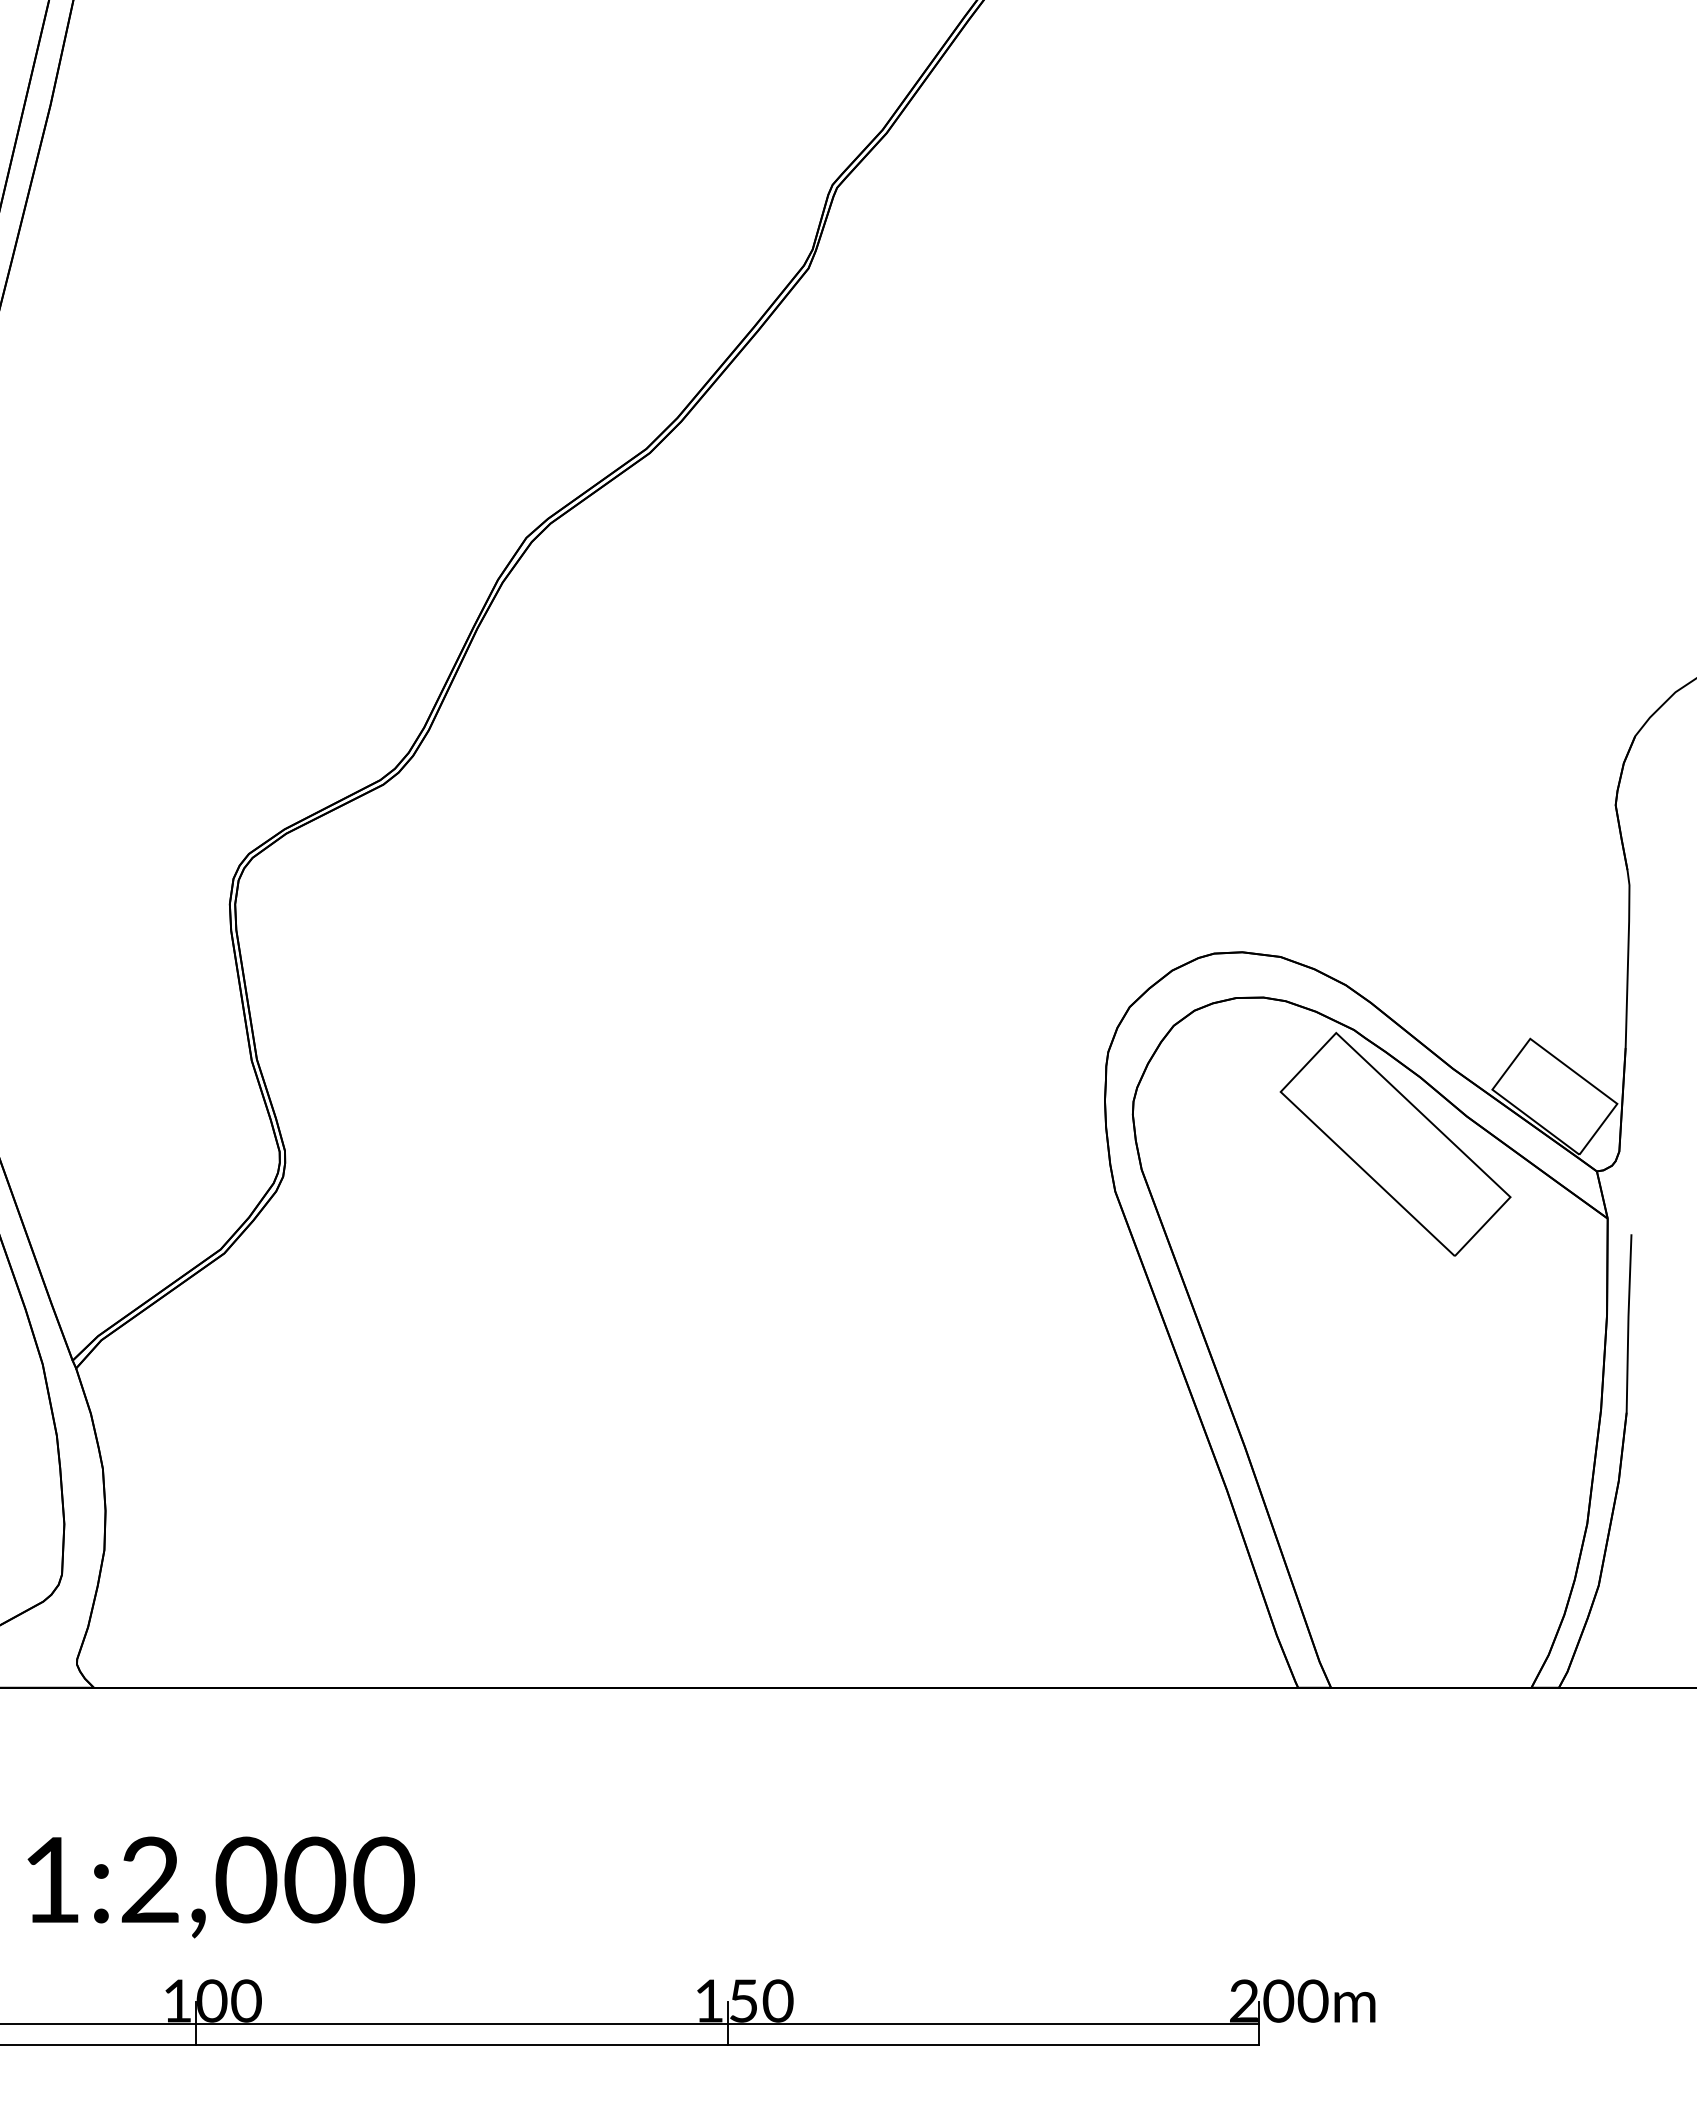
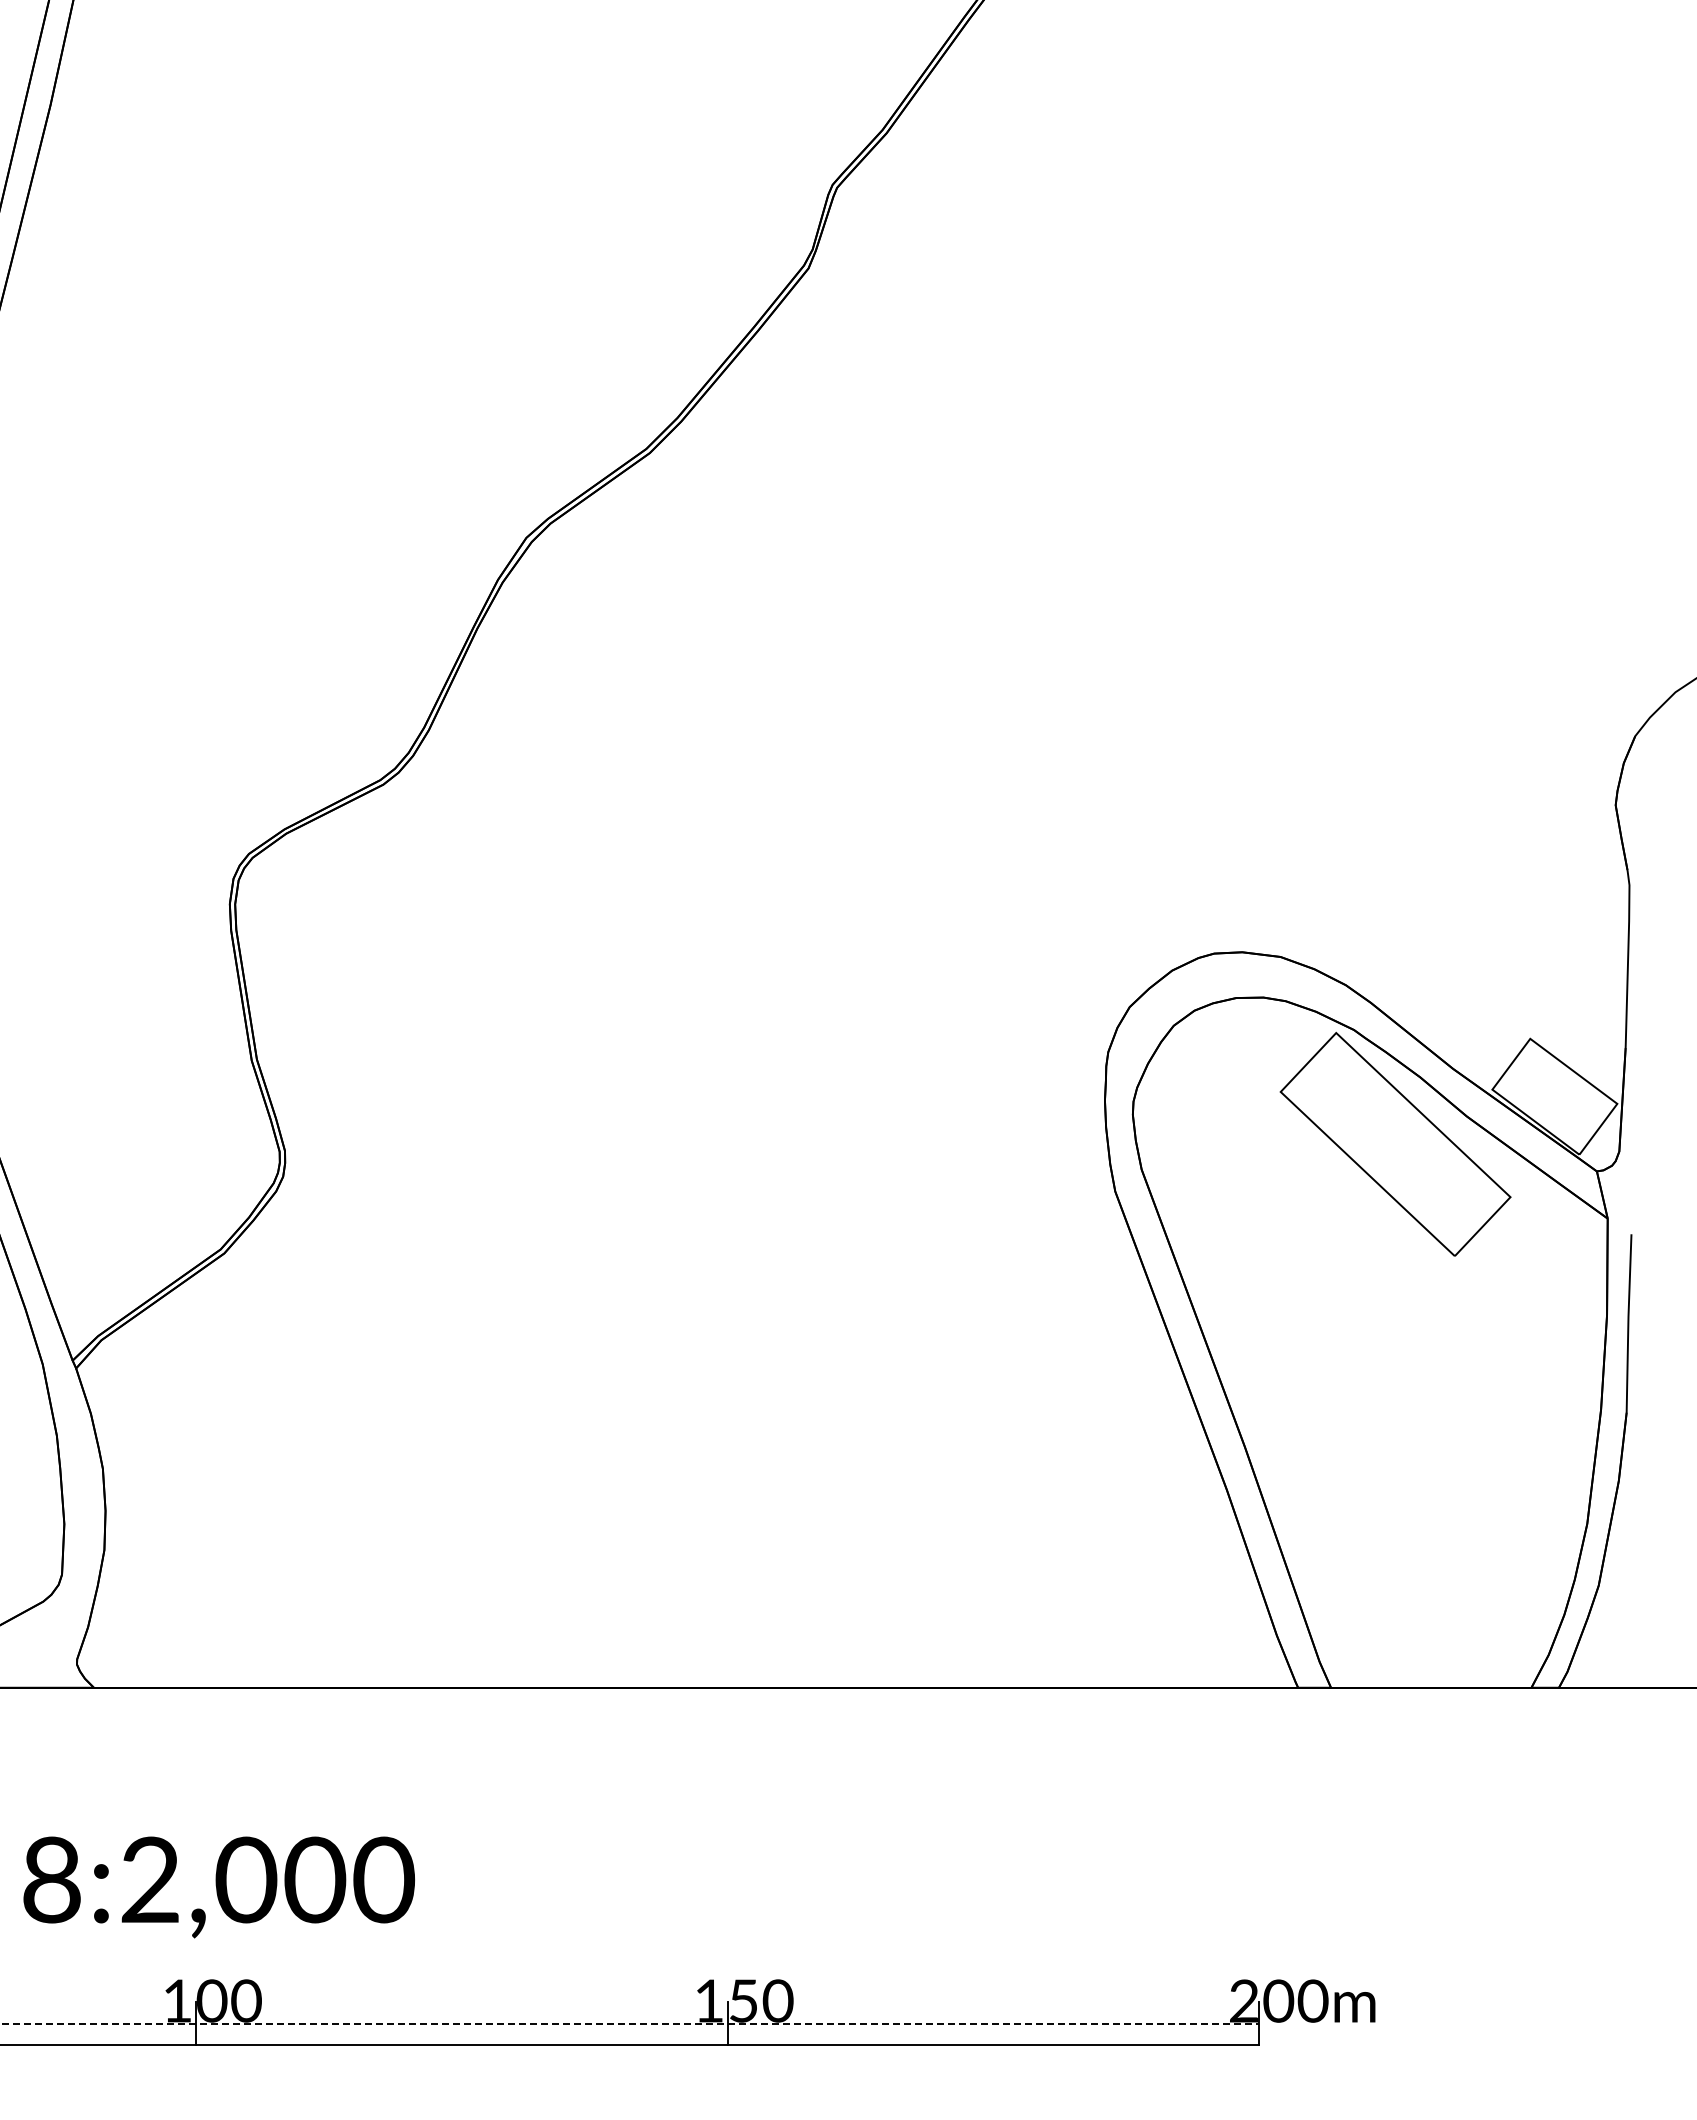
text at (51, 1879): 1:2,000 -> 8:2,000
line at (630, 2023): solid -> dashed
